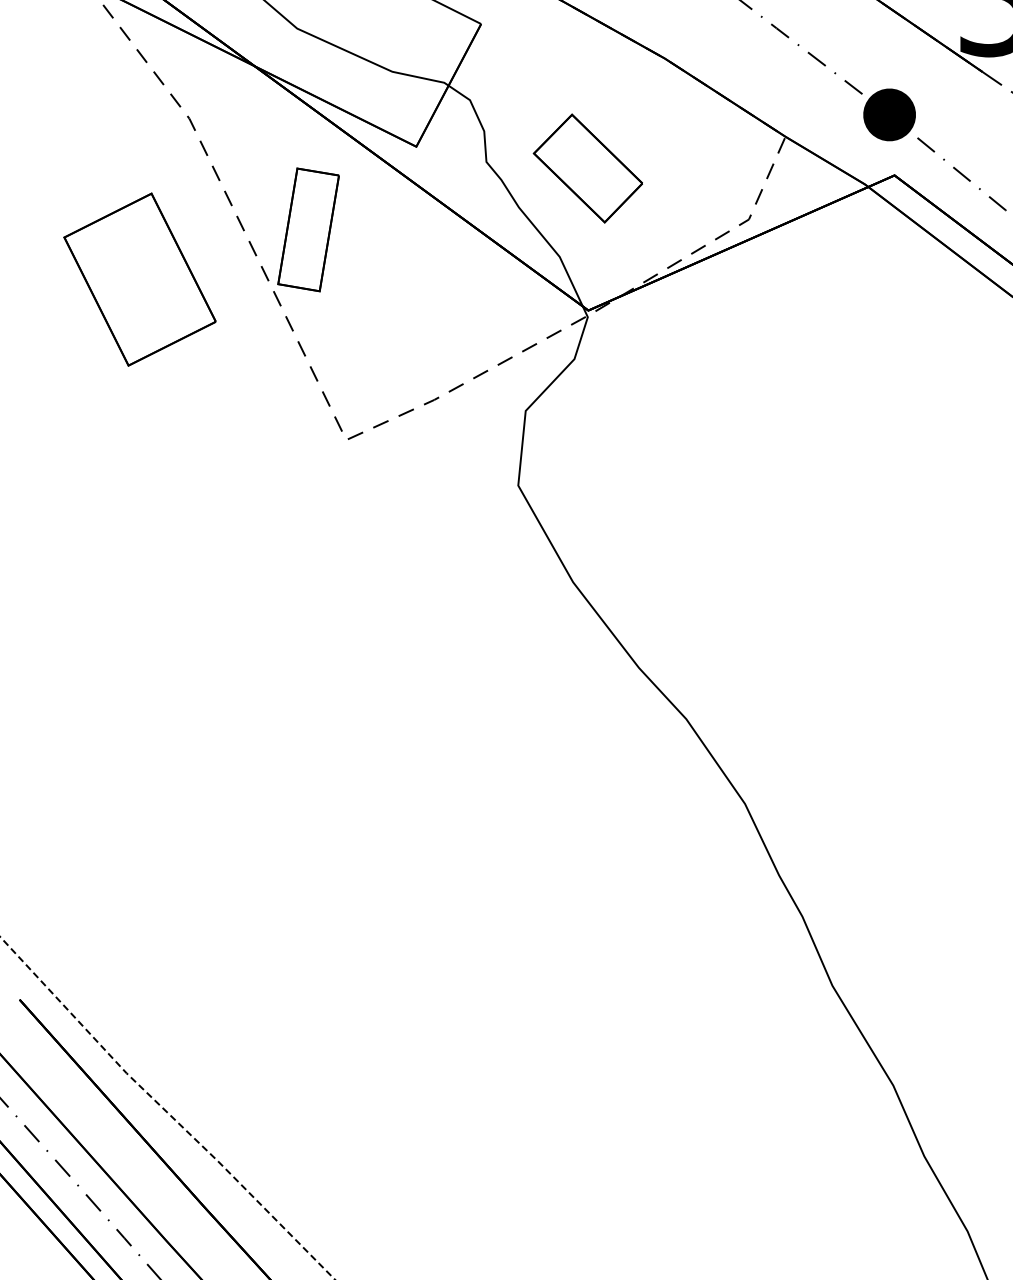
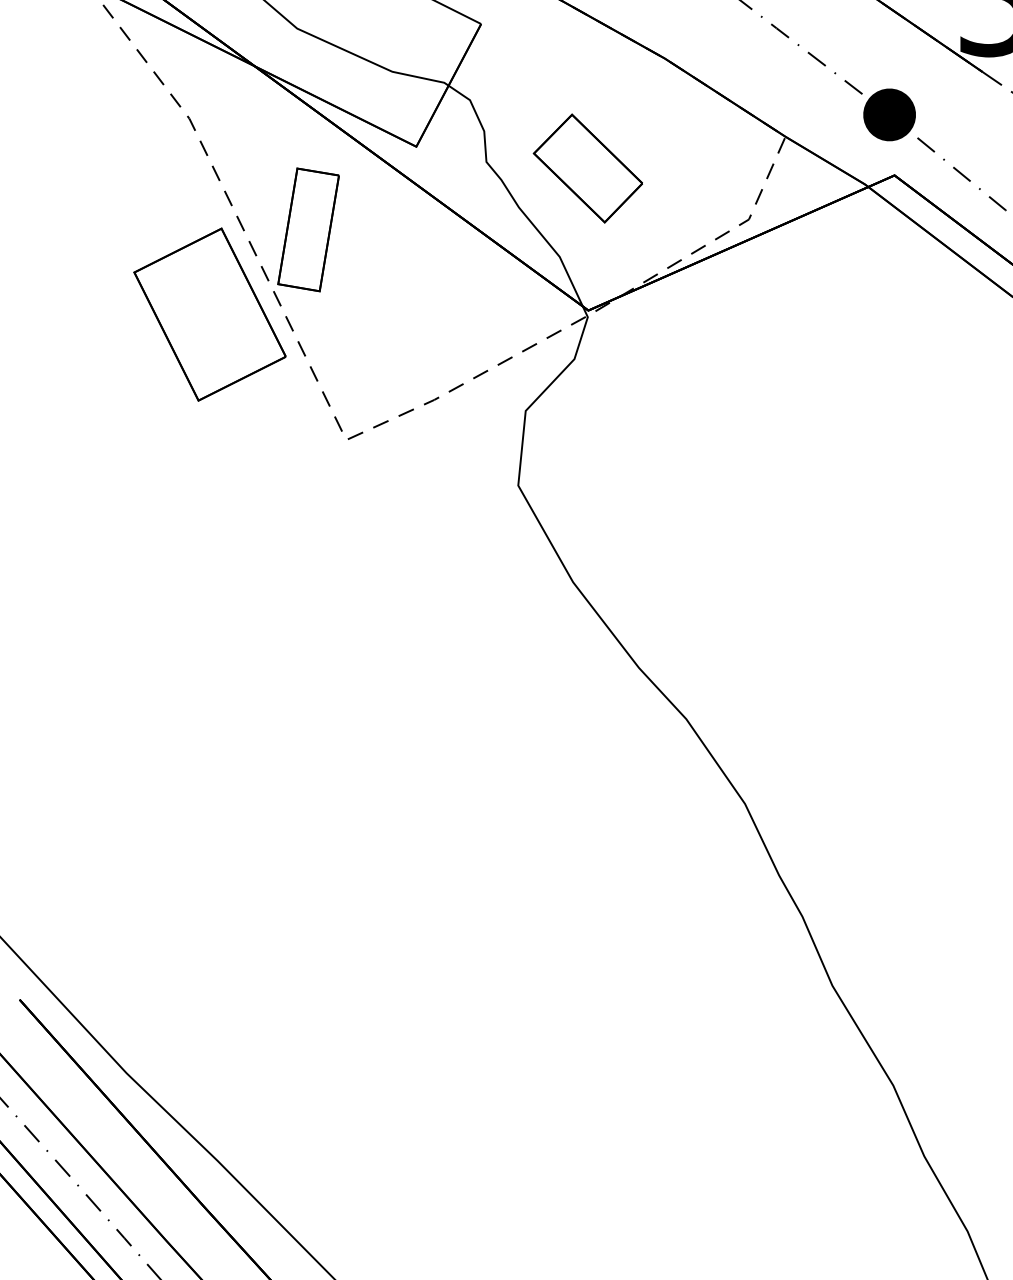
part at (139, 279) position: (139, 279) -> (209, 314)
line at (165, 1110): dashed -> solid
